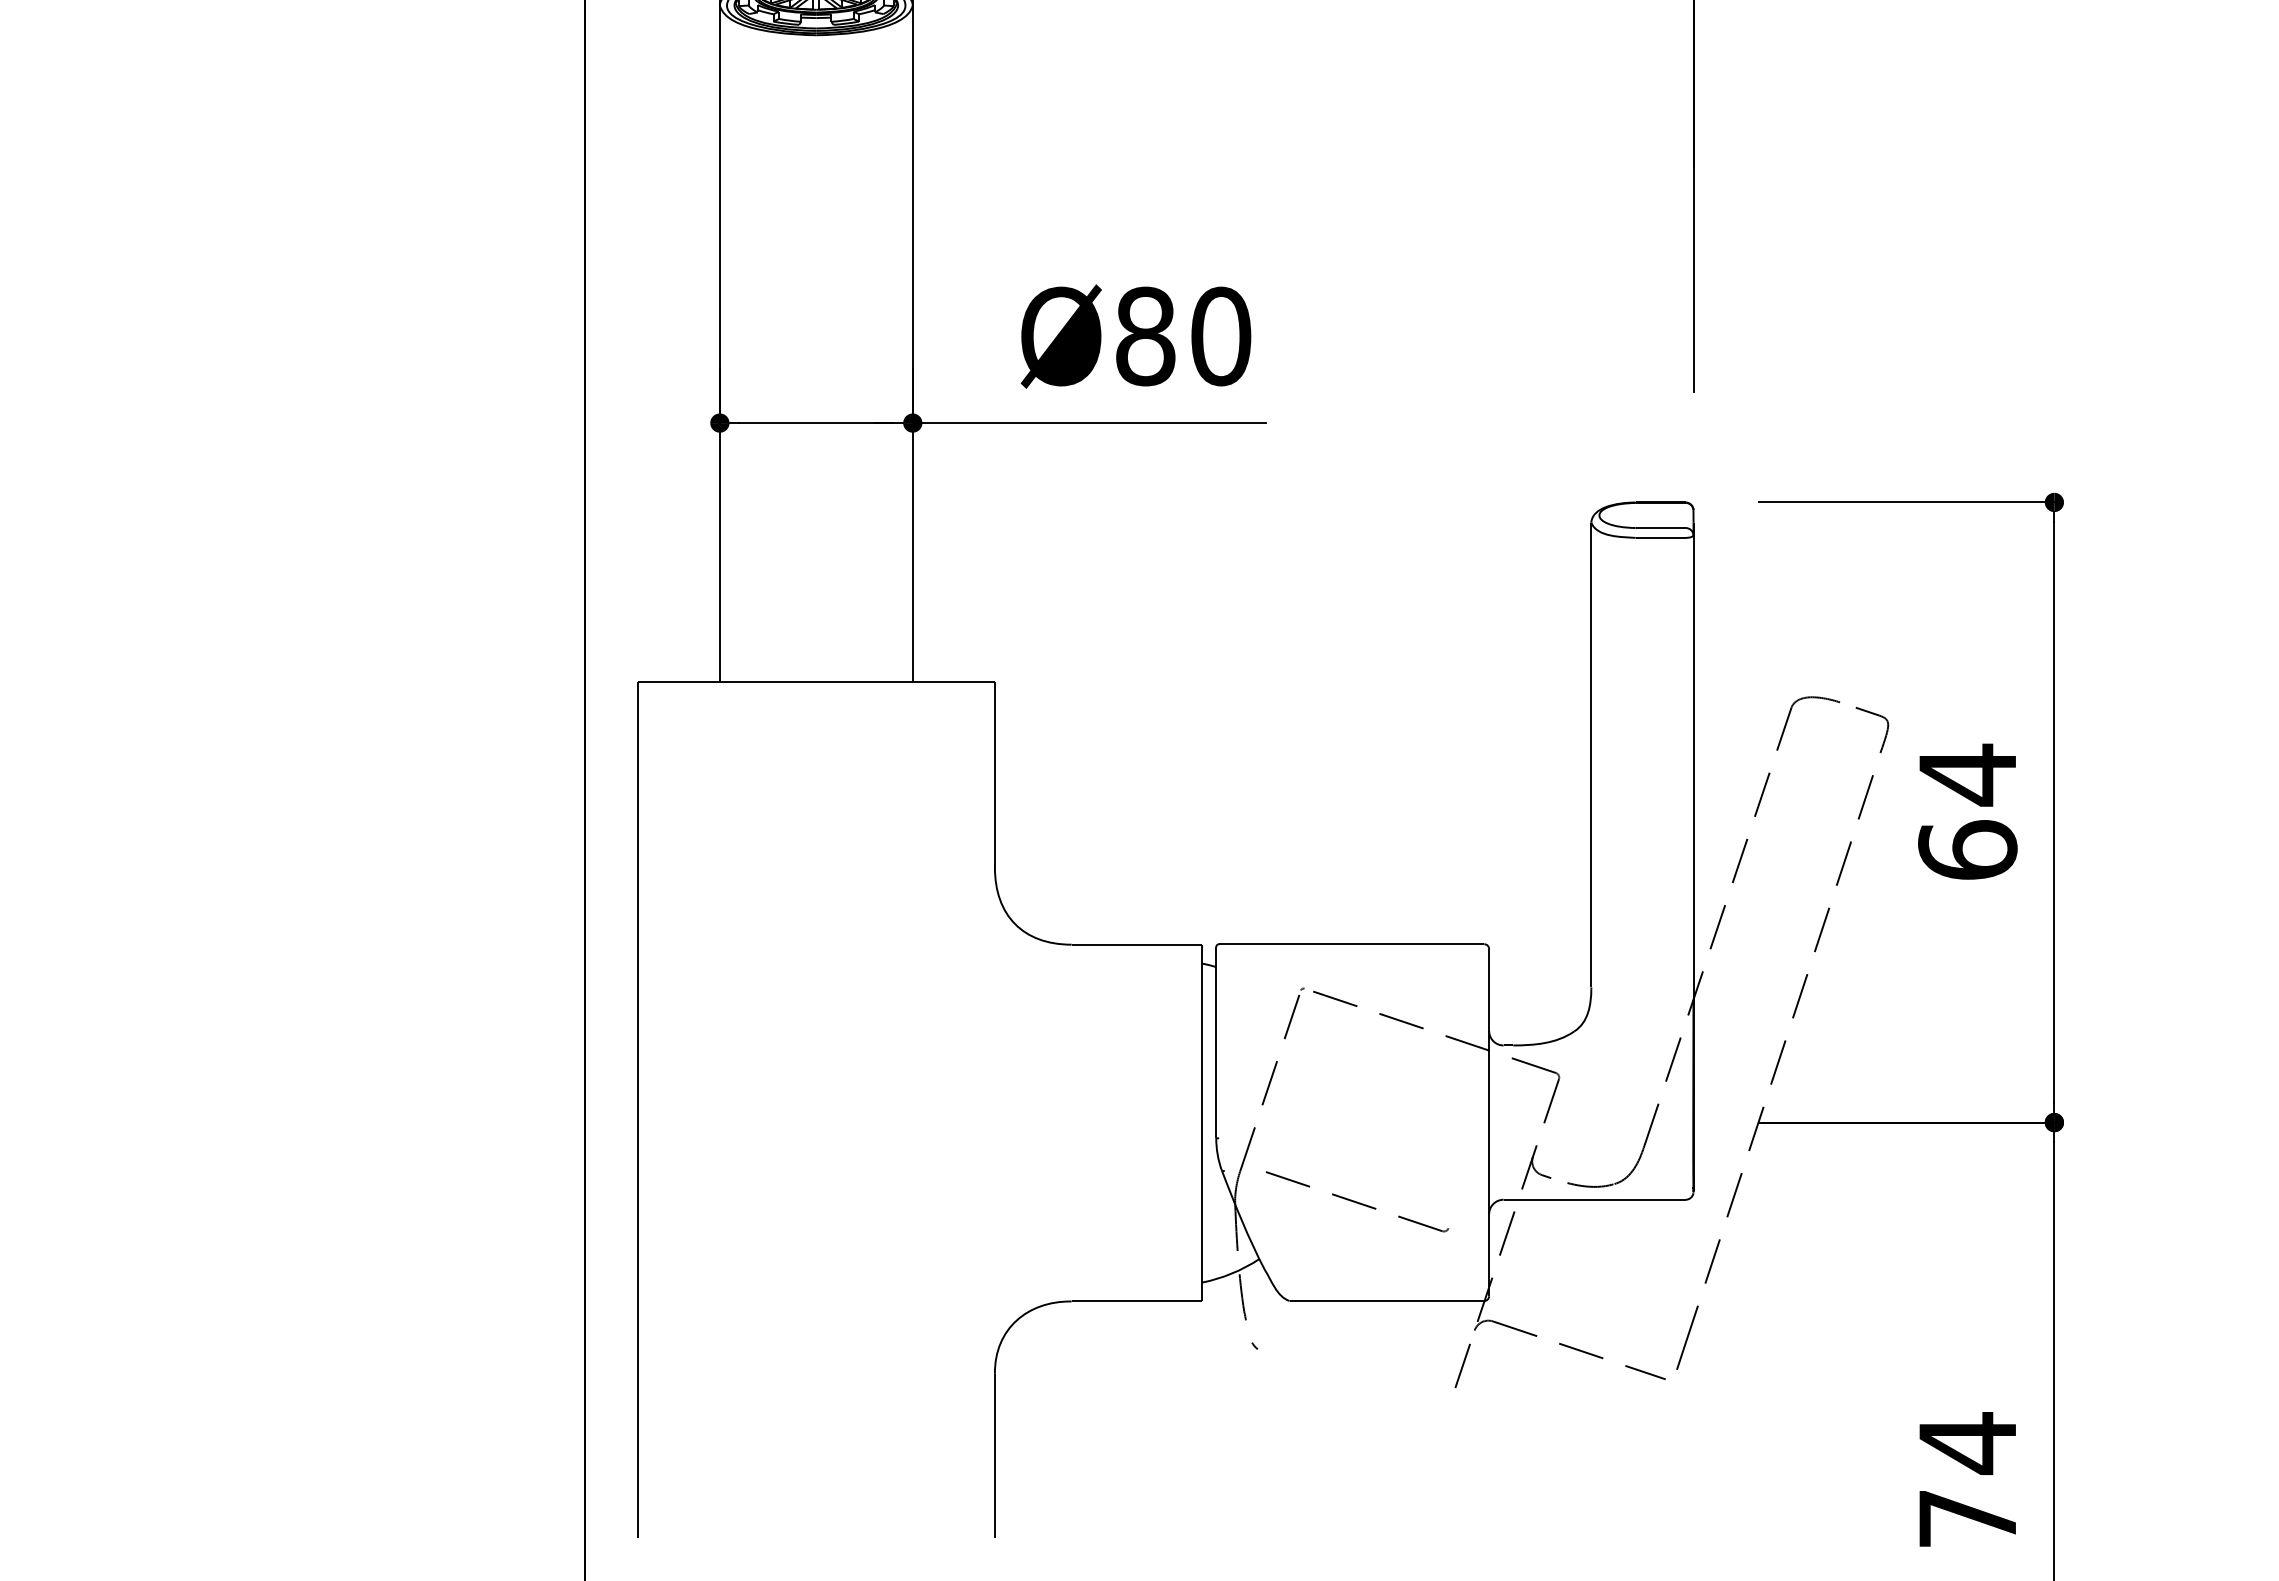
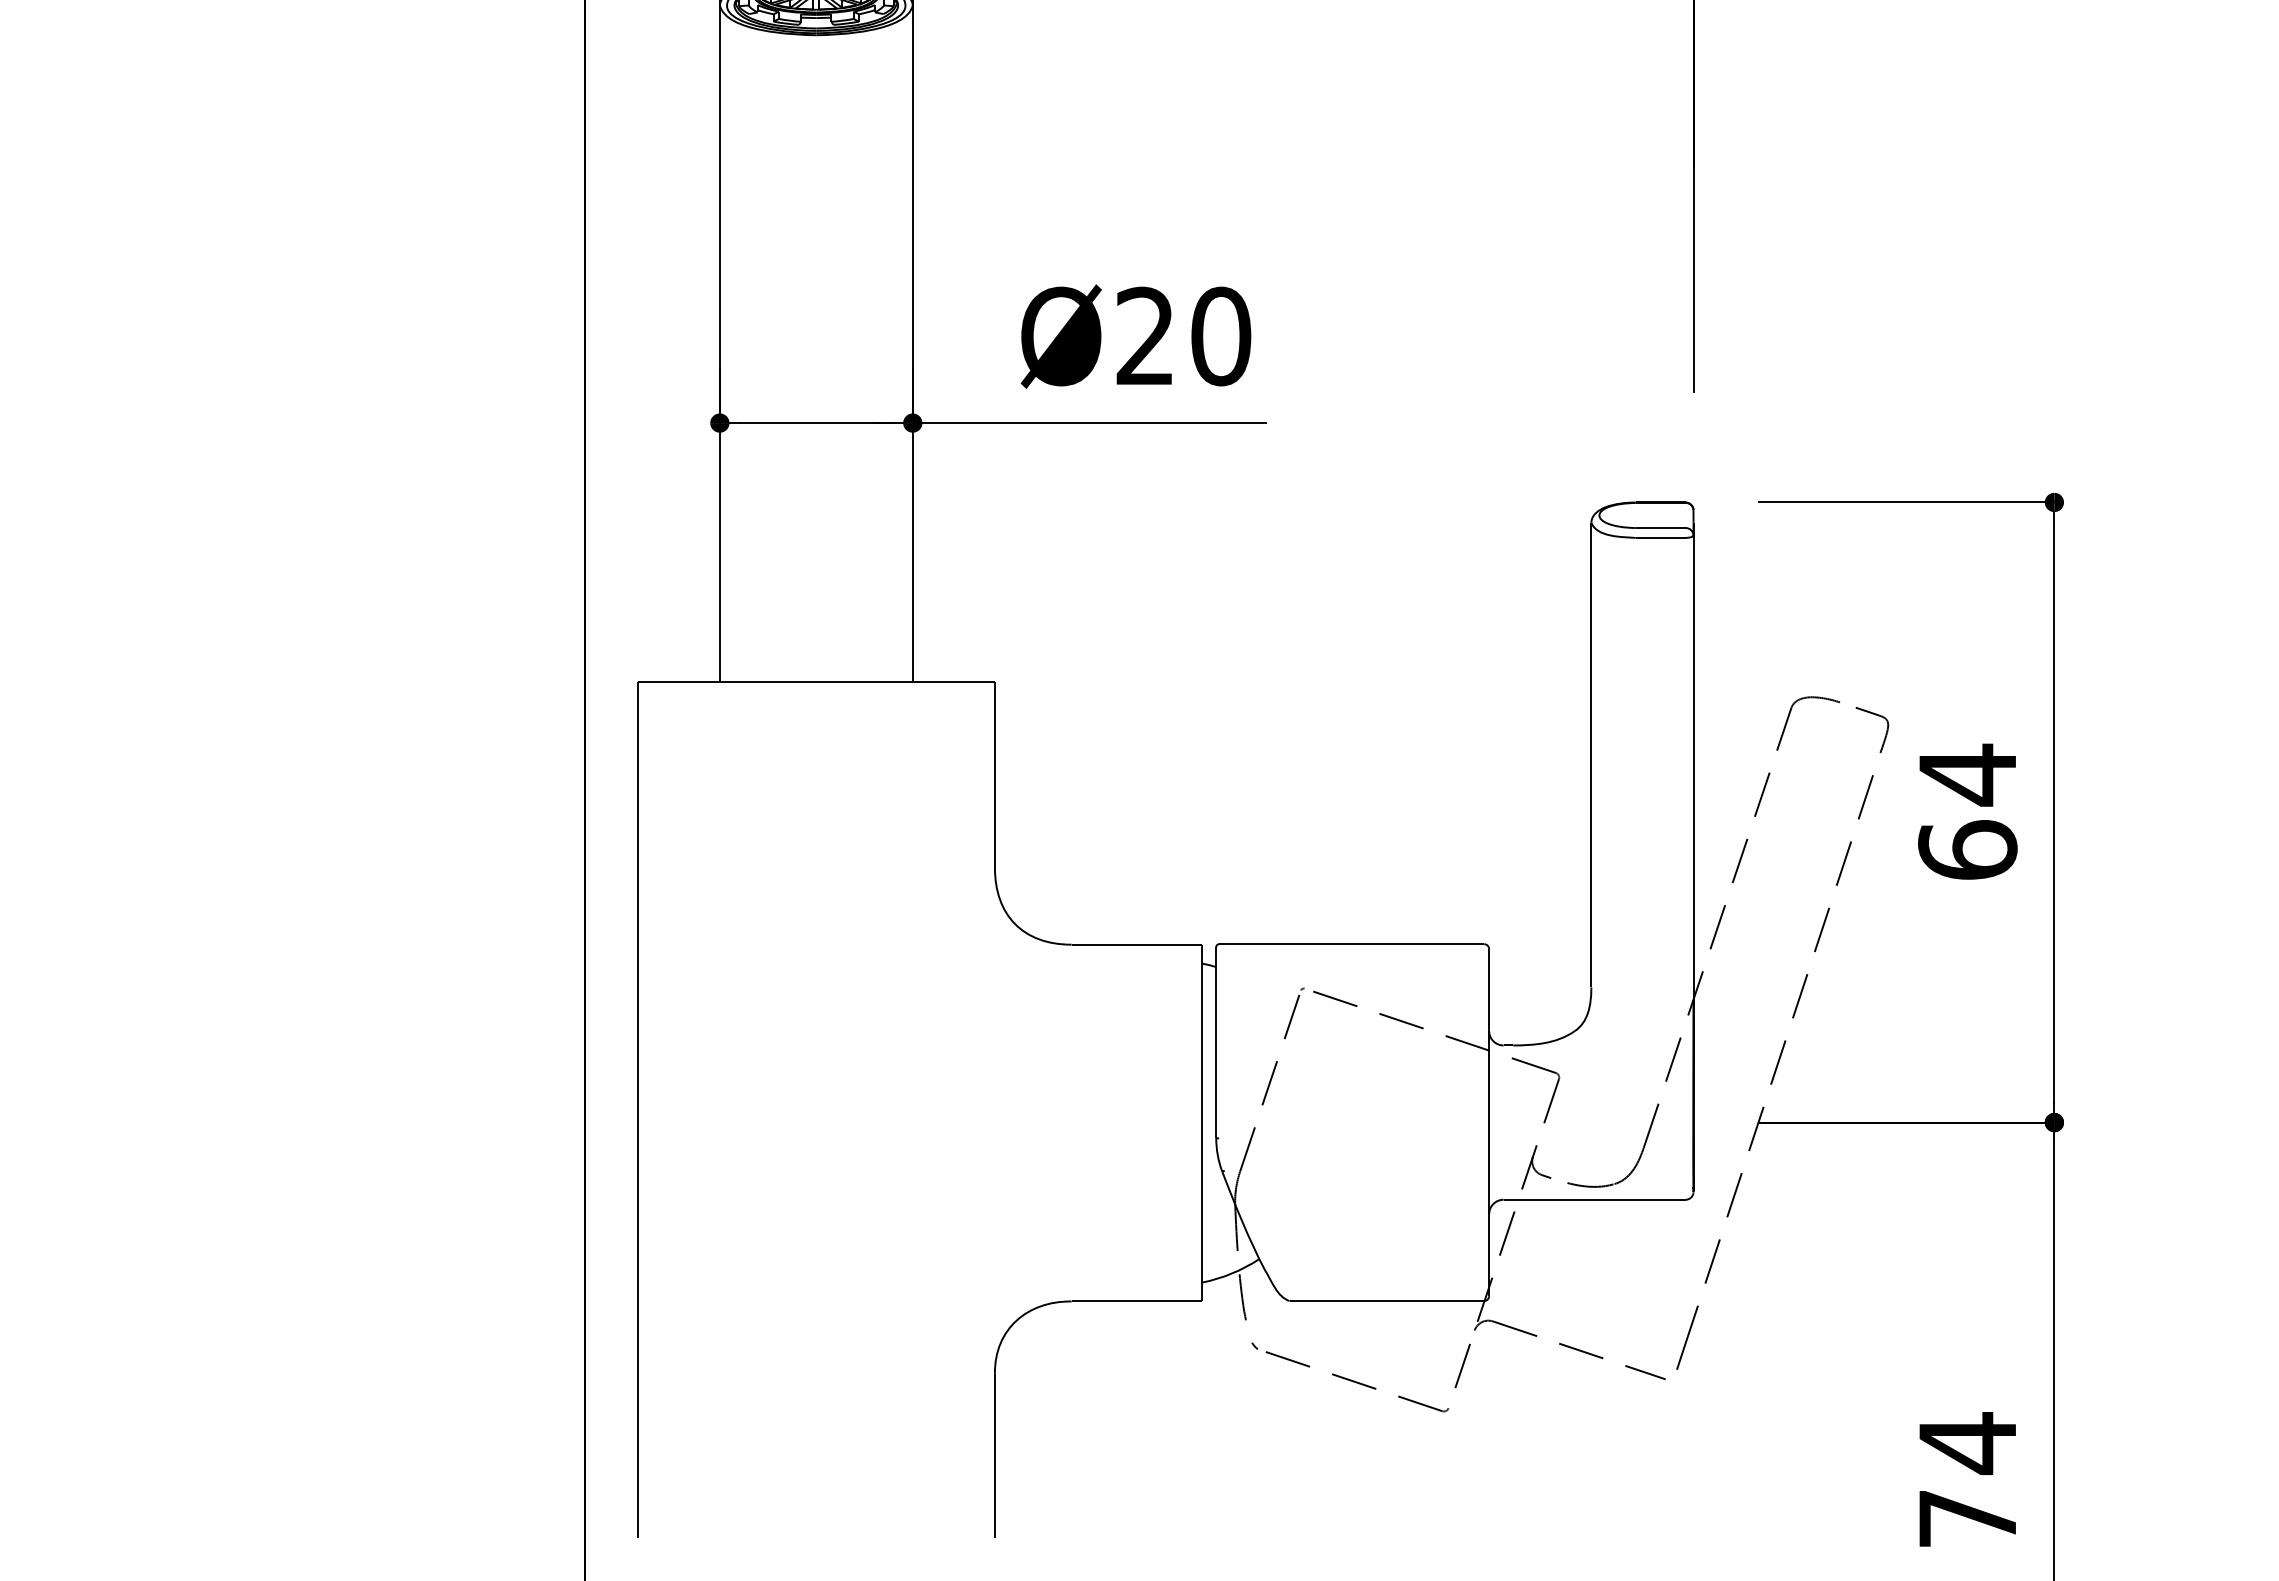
text at (1145, 336): Ø80 -> Ø20
part at (1357, 1201) position: (1357, 1201) -> (1357, 1381)
